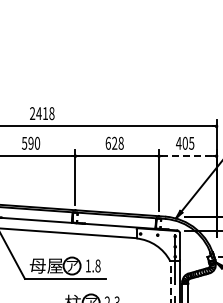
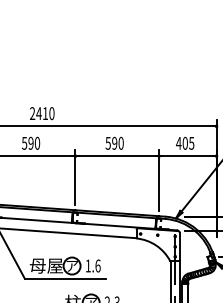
text at (51, 113): 2418 -> 2410
text at (114, 142): 628 -> 590
line at (187, 156): dashed -> solid
text at (97, 265): 1.8 -> 1.6
line at (170, 281): dashed -> solid
